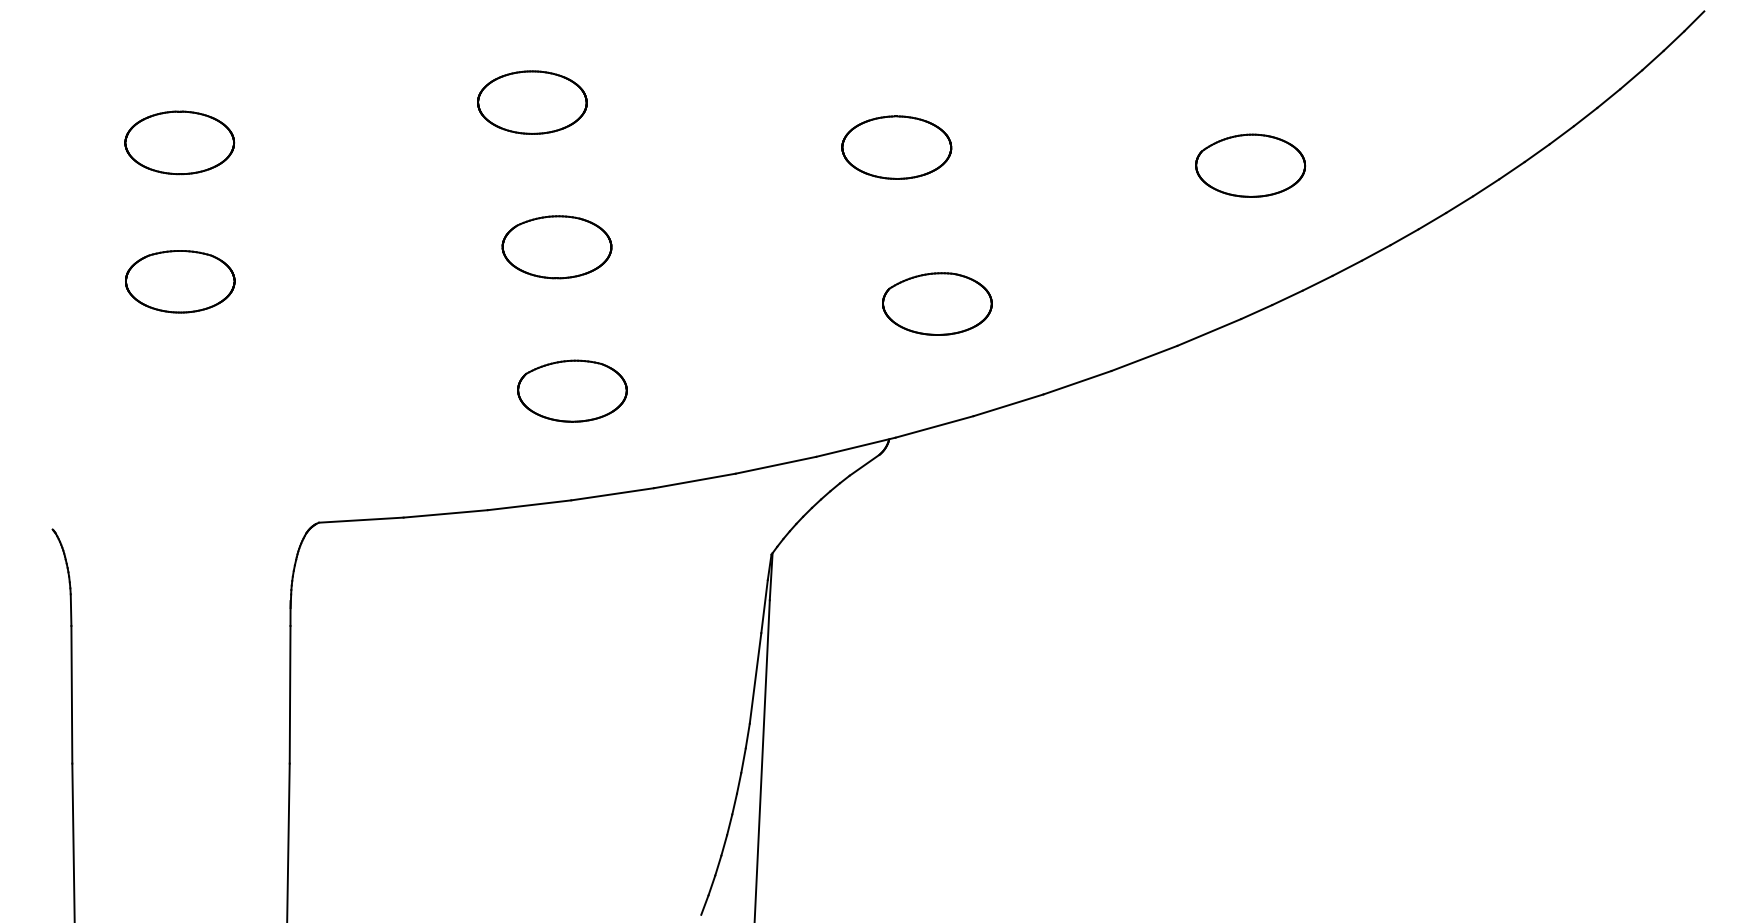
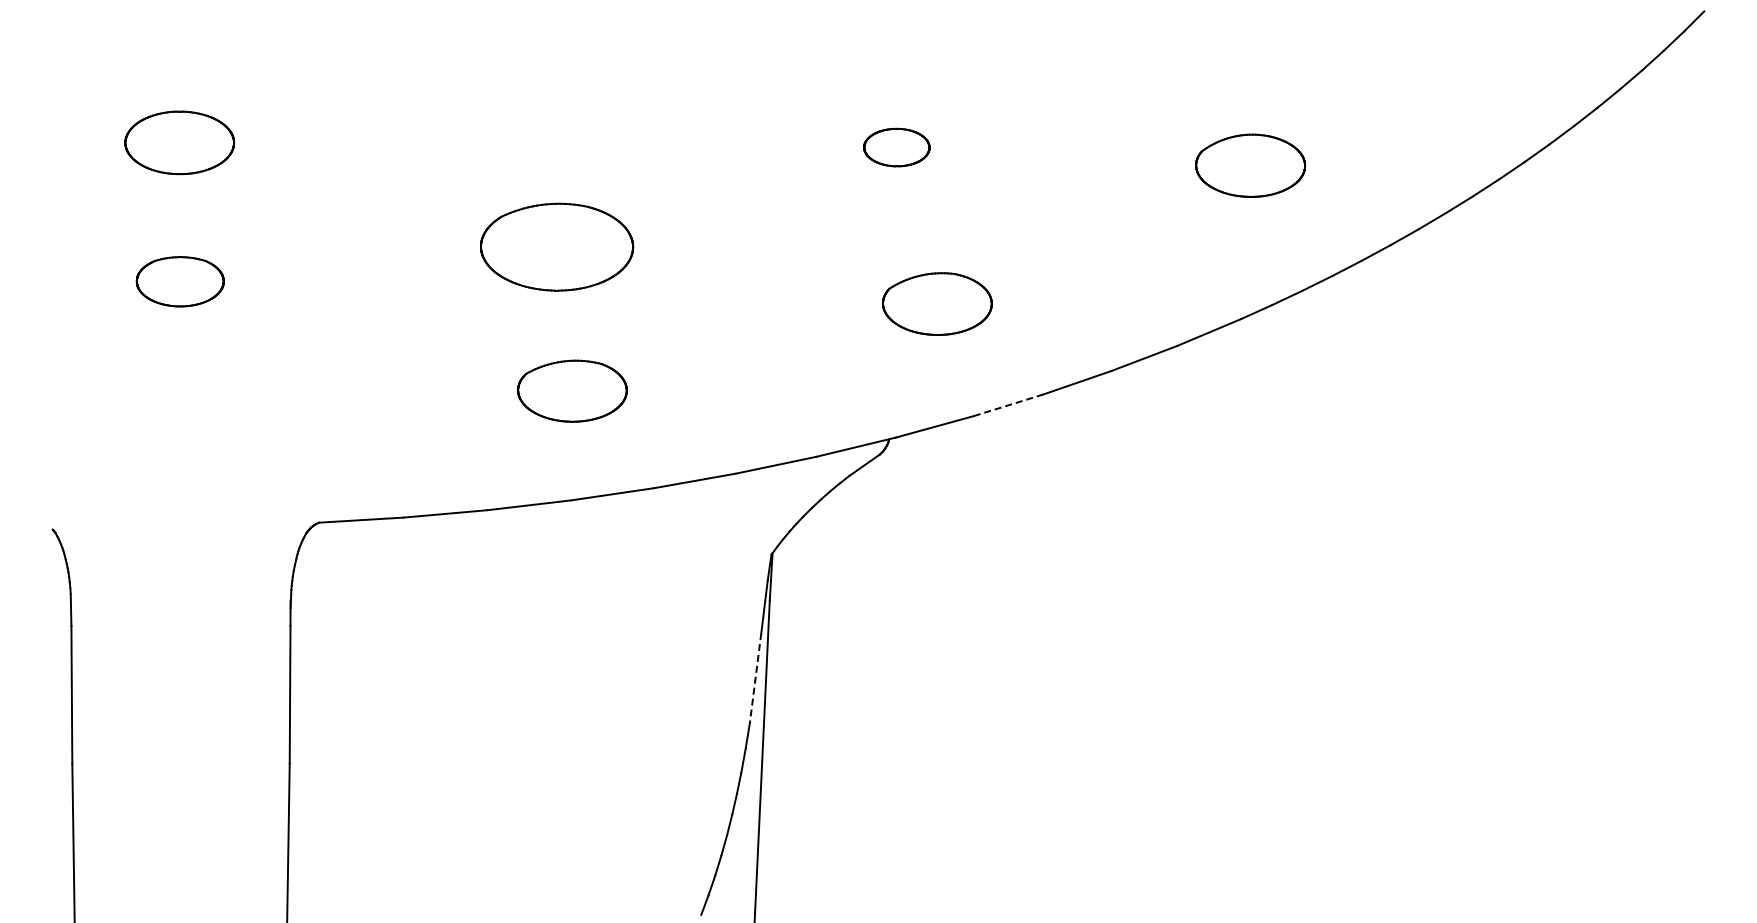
part at (532, 102): present -> none
part at (896, 147) size: 112x65 px -> 68x41 px
part at (556, 247) size: 112x65 px -> 155x90 px
part at (180, 281) size: 111x64 px -> 90x52 px
line at (1008, 405): solid -> dashed
line at (755, 678): solid -> dashed
